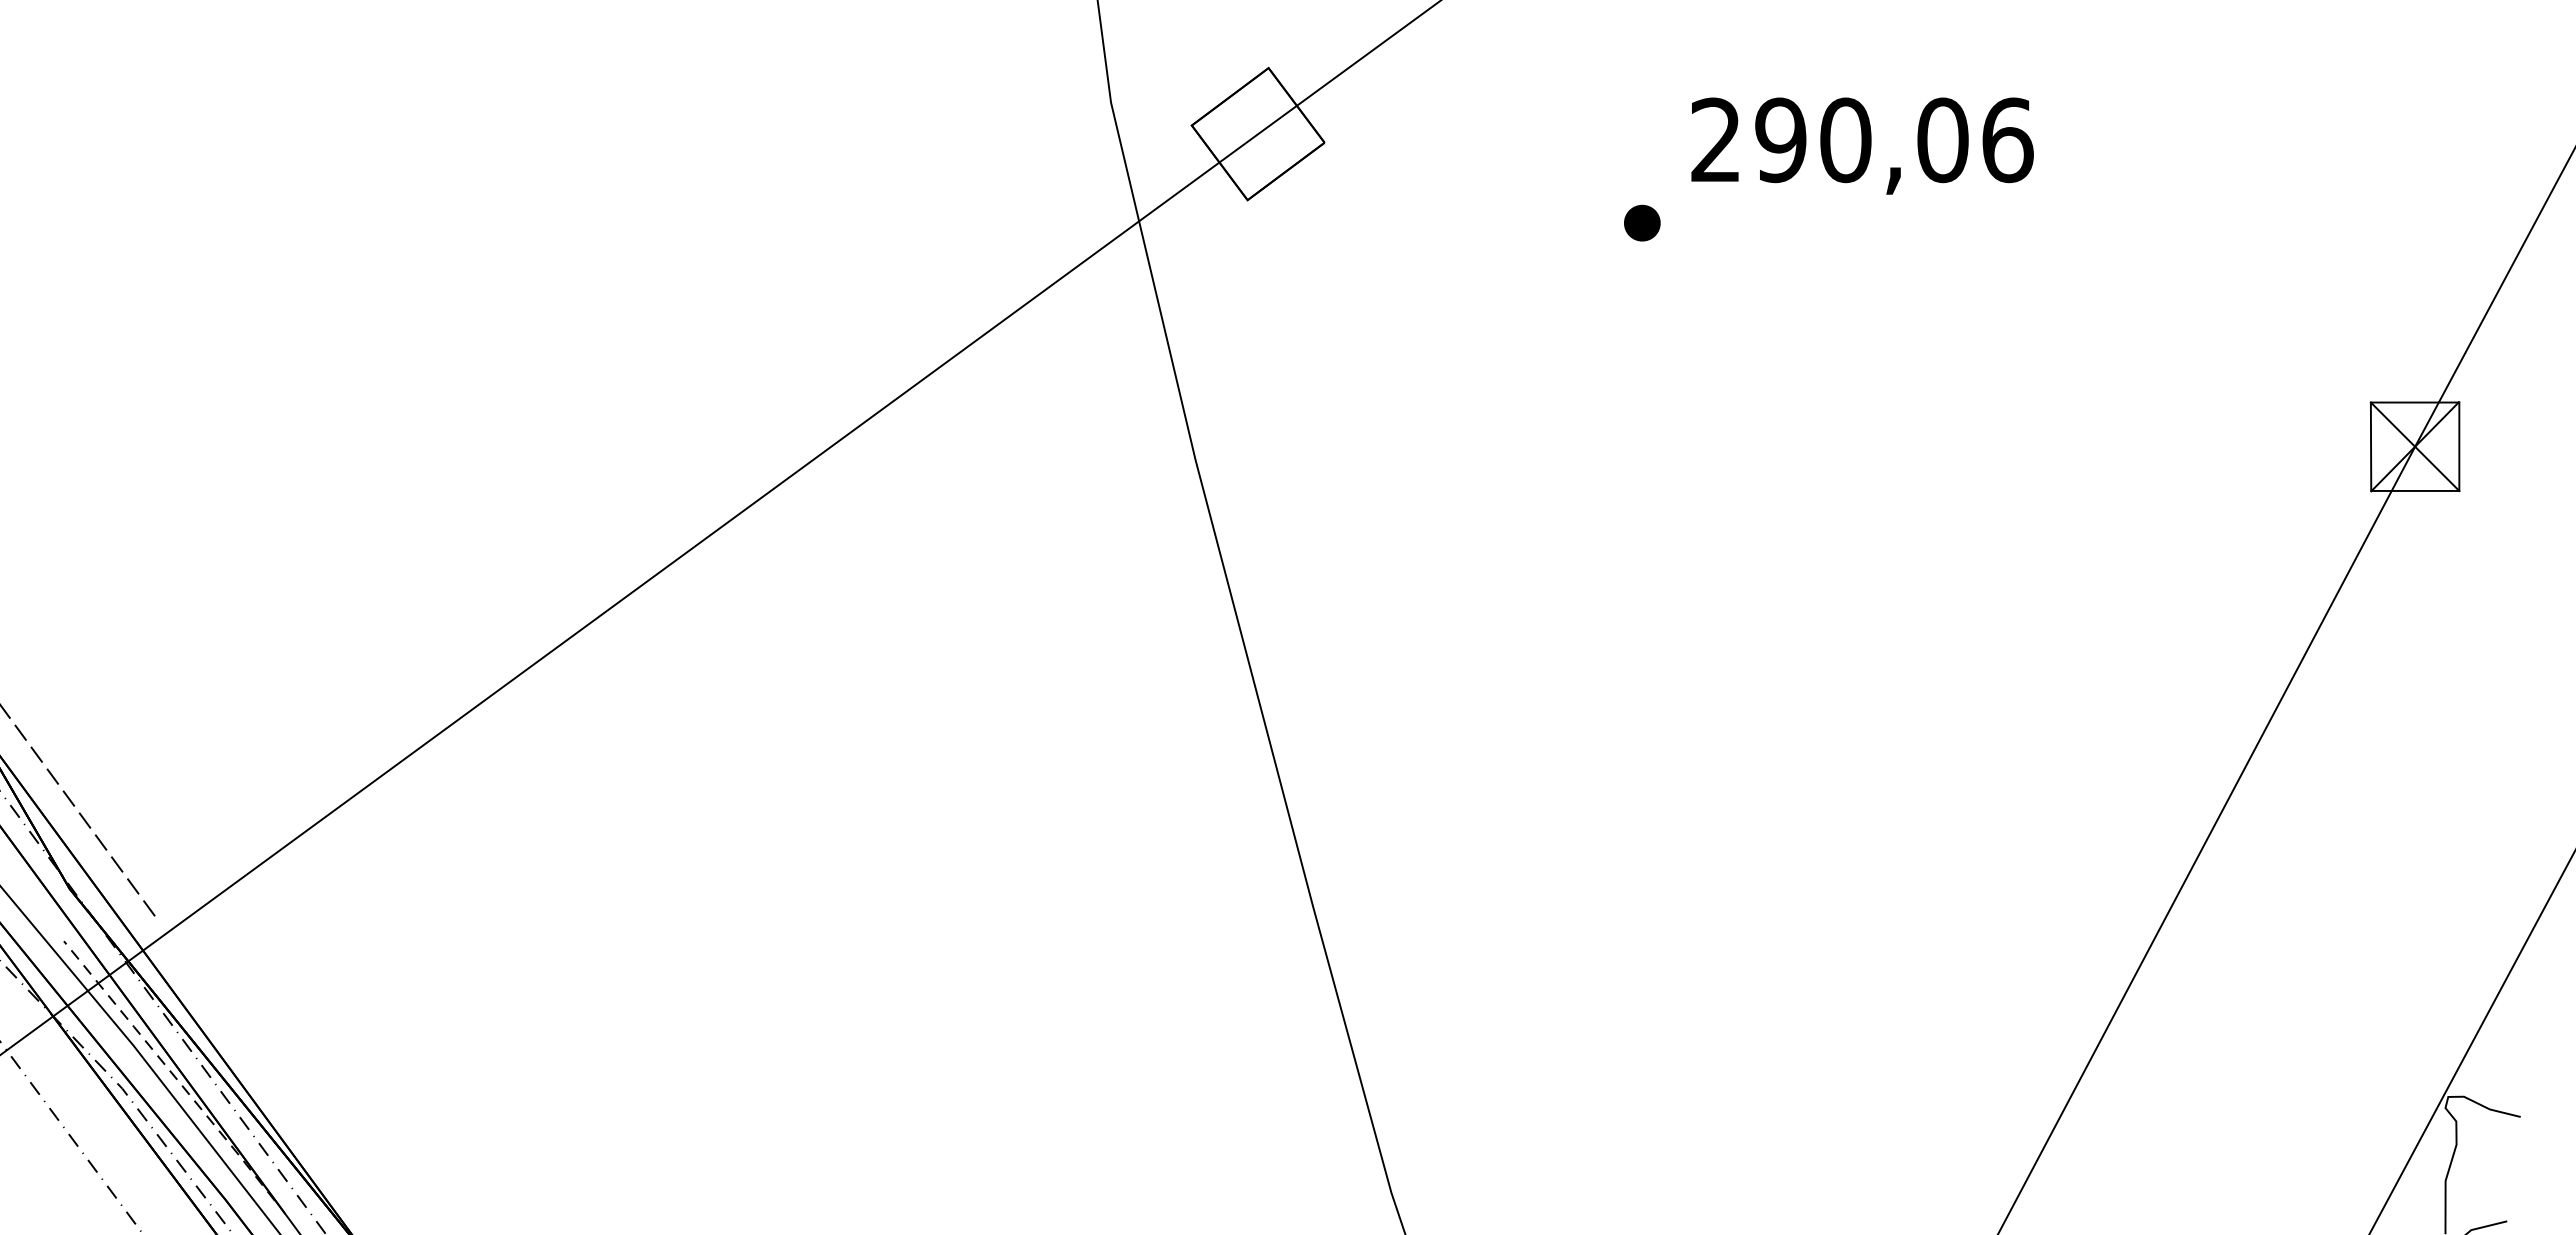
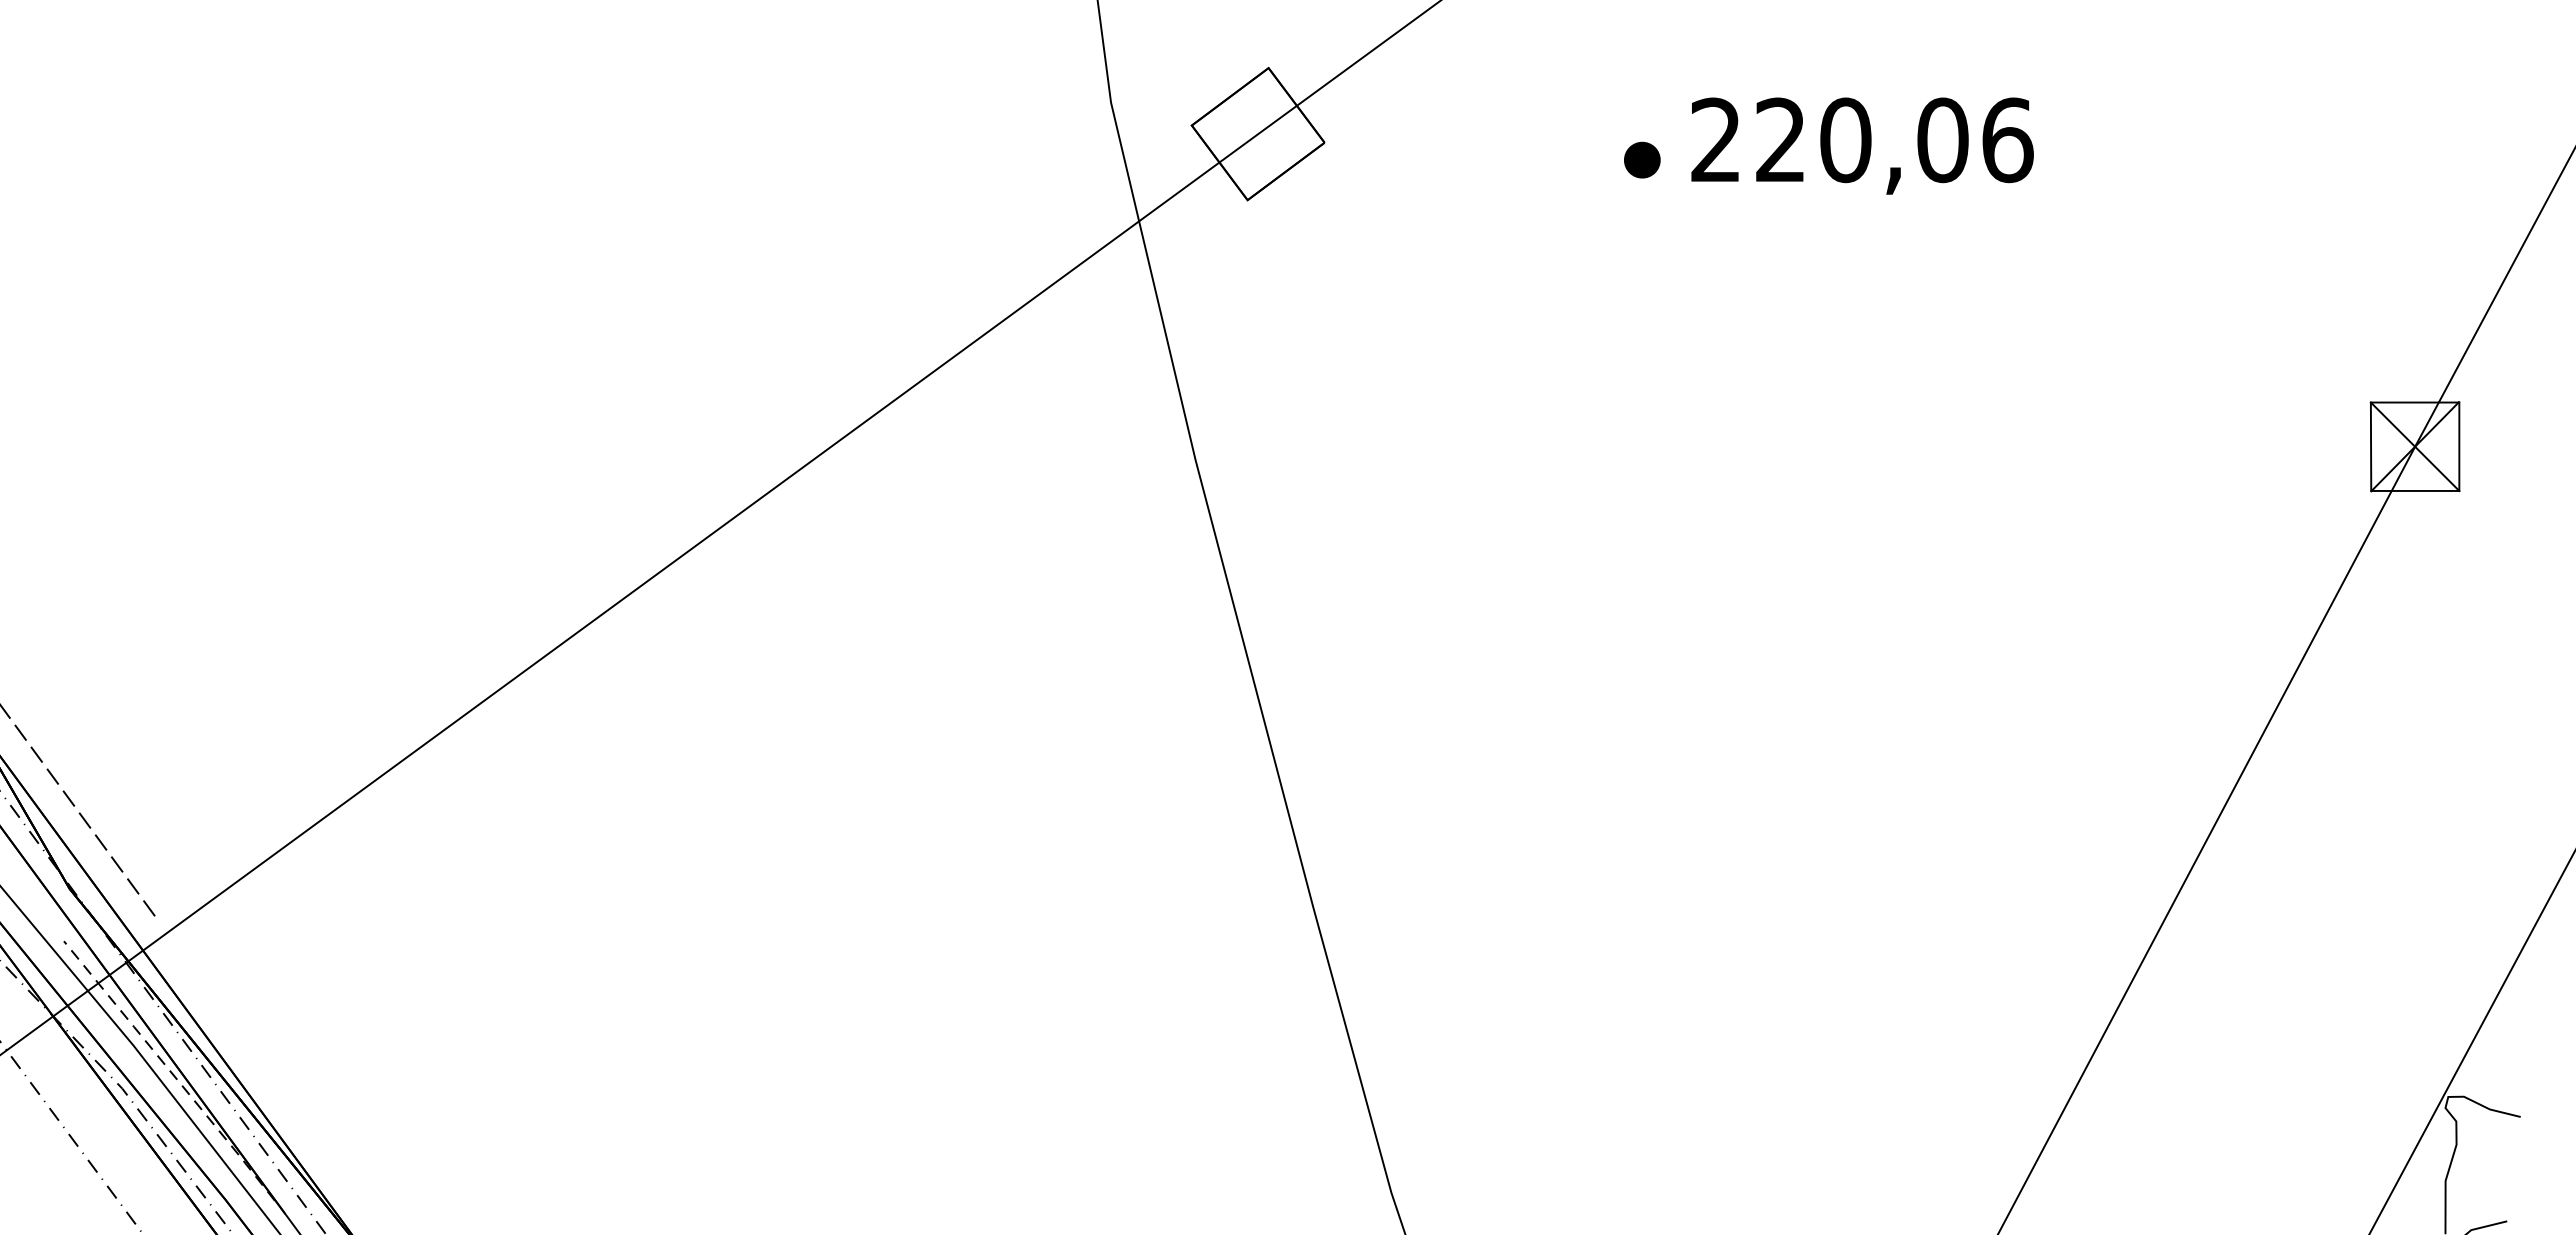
text at (1780, 140): 290,06 -> 220,06
part at (1642, 222) position: (1642, 222) -> (1642, 159)
